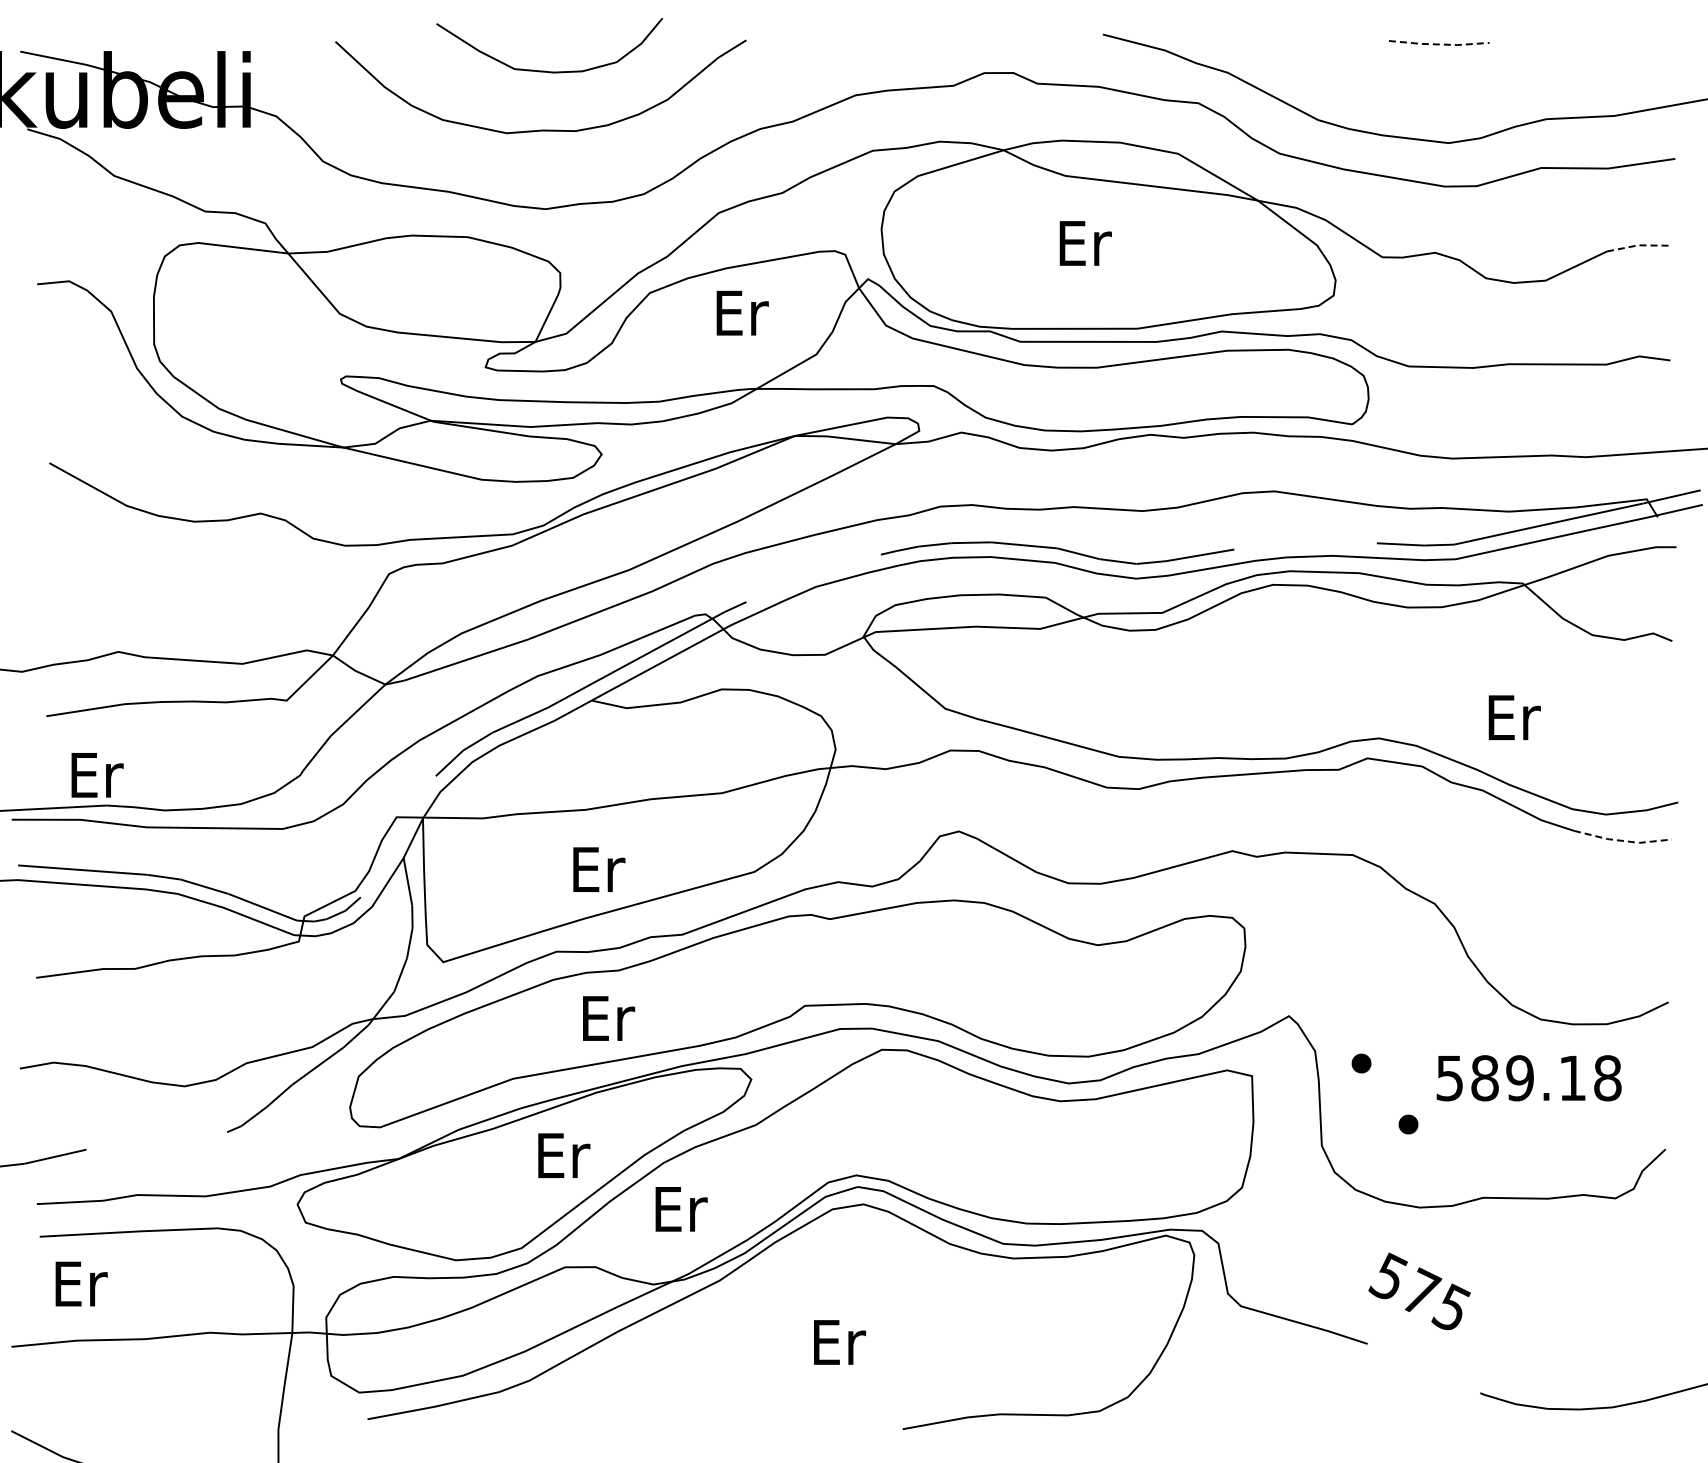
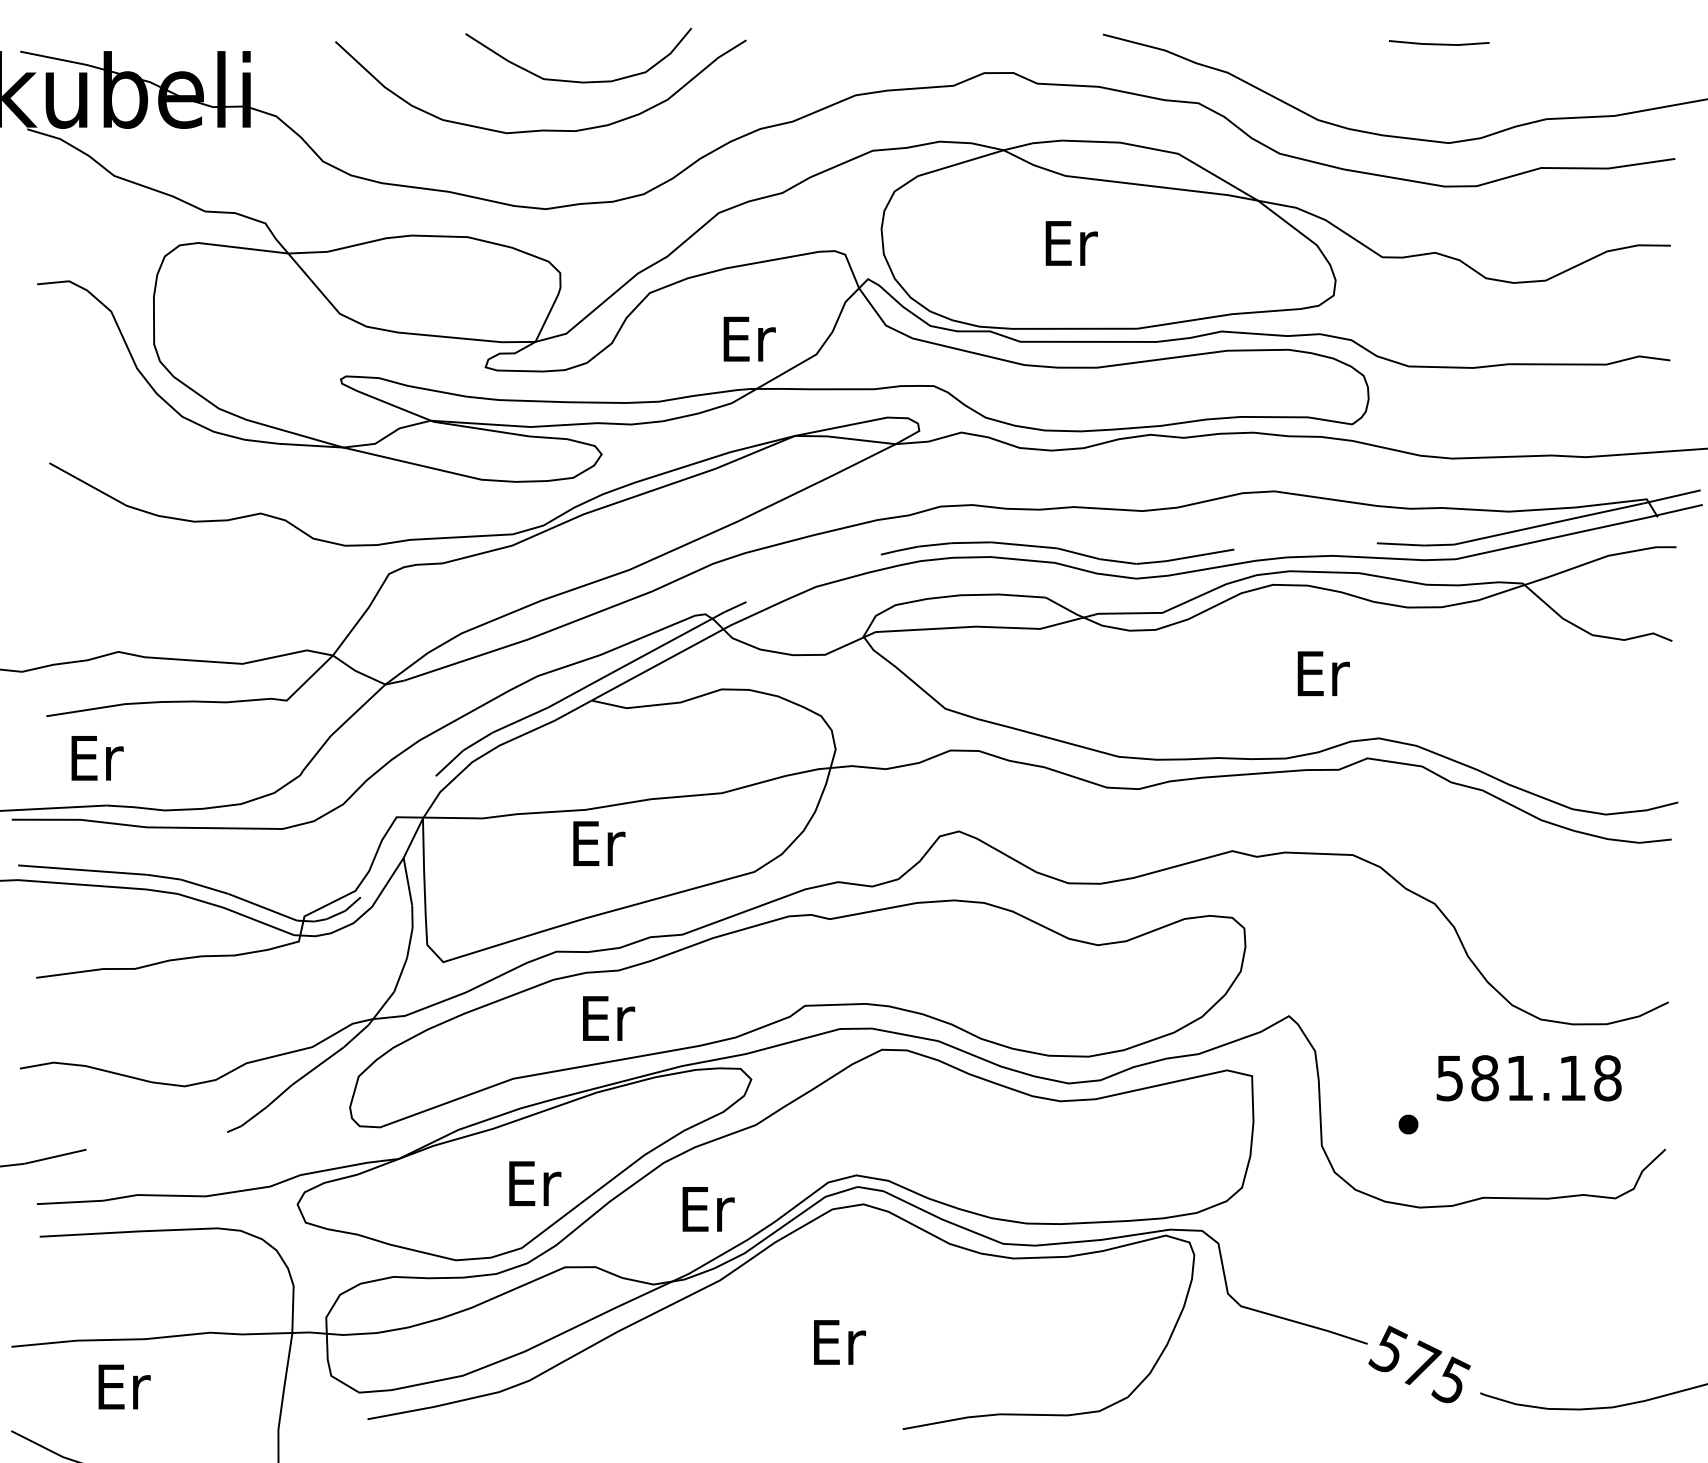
line at (1439, 44): dashed -> solid
curve at (545, 70) position: (545, 70) -> (574, 80)
text at (1085, 243) position: (1085, 243) -> (1071, 243)
line at (1638, 245): dashed -> solid
text at (742, 312) position: (742, 312) -> (749, 338)
text at (1514, 717) position: (1514, 717) -> (1323, 673)
text at (97, 775) position: (97, 775) -> (97, 758)
line at (1622, 840): dashed -> solid
text at (599, 869) position: (599, 869) -> (599, 843)
part at (1361, 1063): present -> none
text at (1519, 1078): 589.18 -> 581.18
text at (564, 1155) position: (564, 1155) -> (535, 1183)
text at (681, 1209) position: (681, 1209) -> (708, 1209)
text at (81, 1283) position: (81, 1283) -> (124, 1386)
text at (1419, 1291) position: (1419, 1291) -> (1419, 1364)
